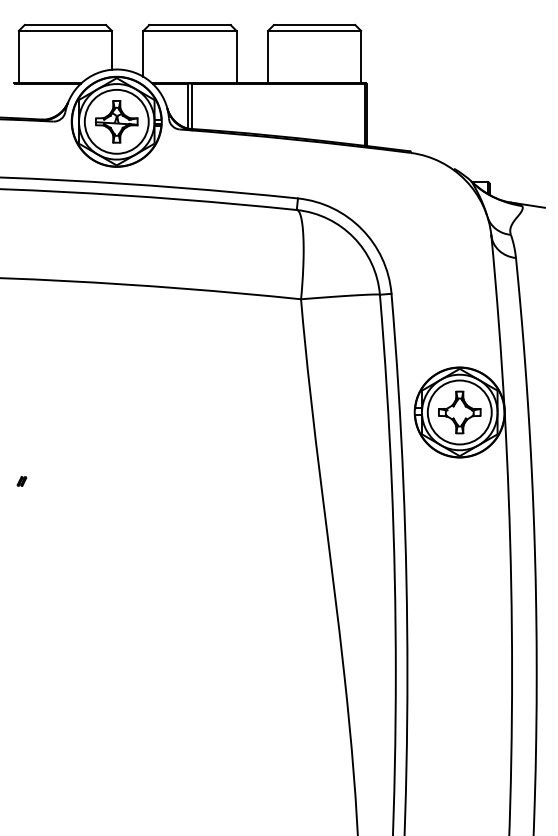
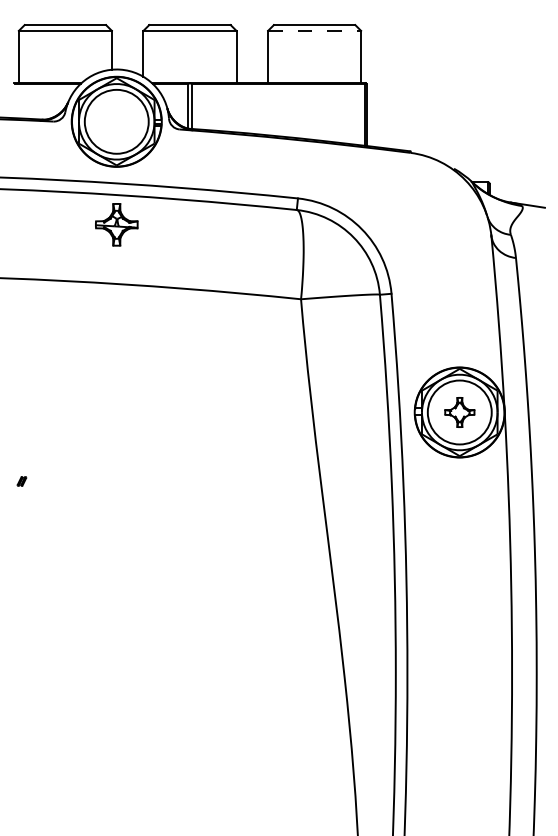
line at (314, 30): solid -> dashed
part at (116, 121) position: (116, 121) -> (116, 224)
part at (459, 412) size: 44x45 px -> 32x31 px
